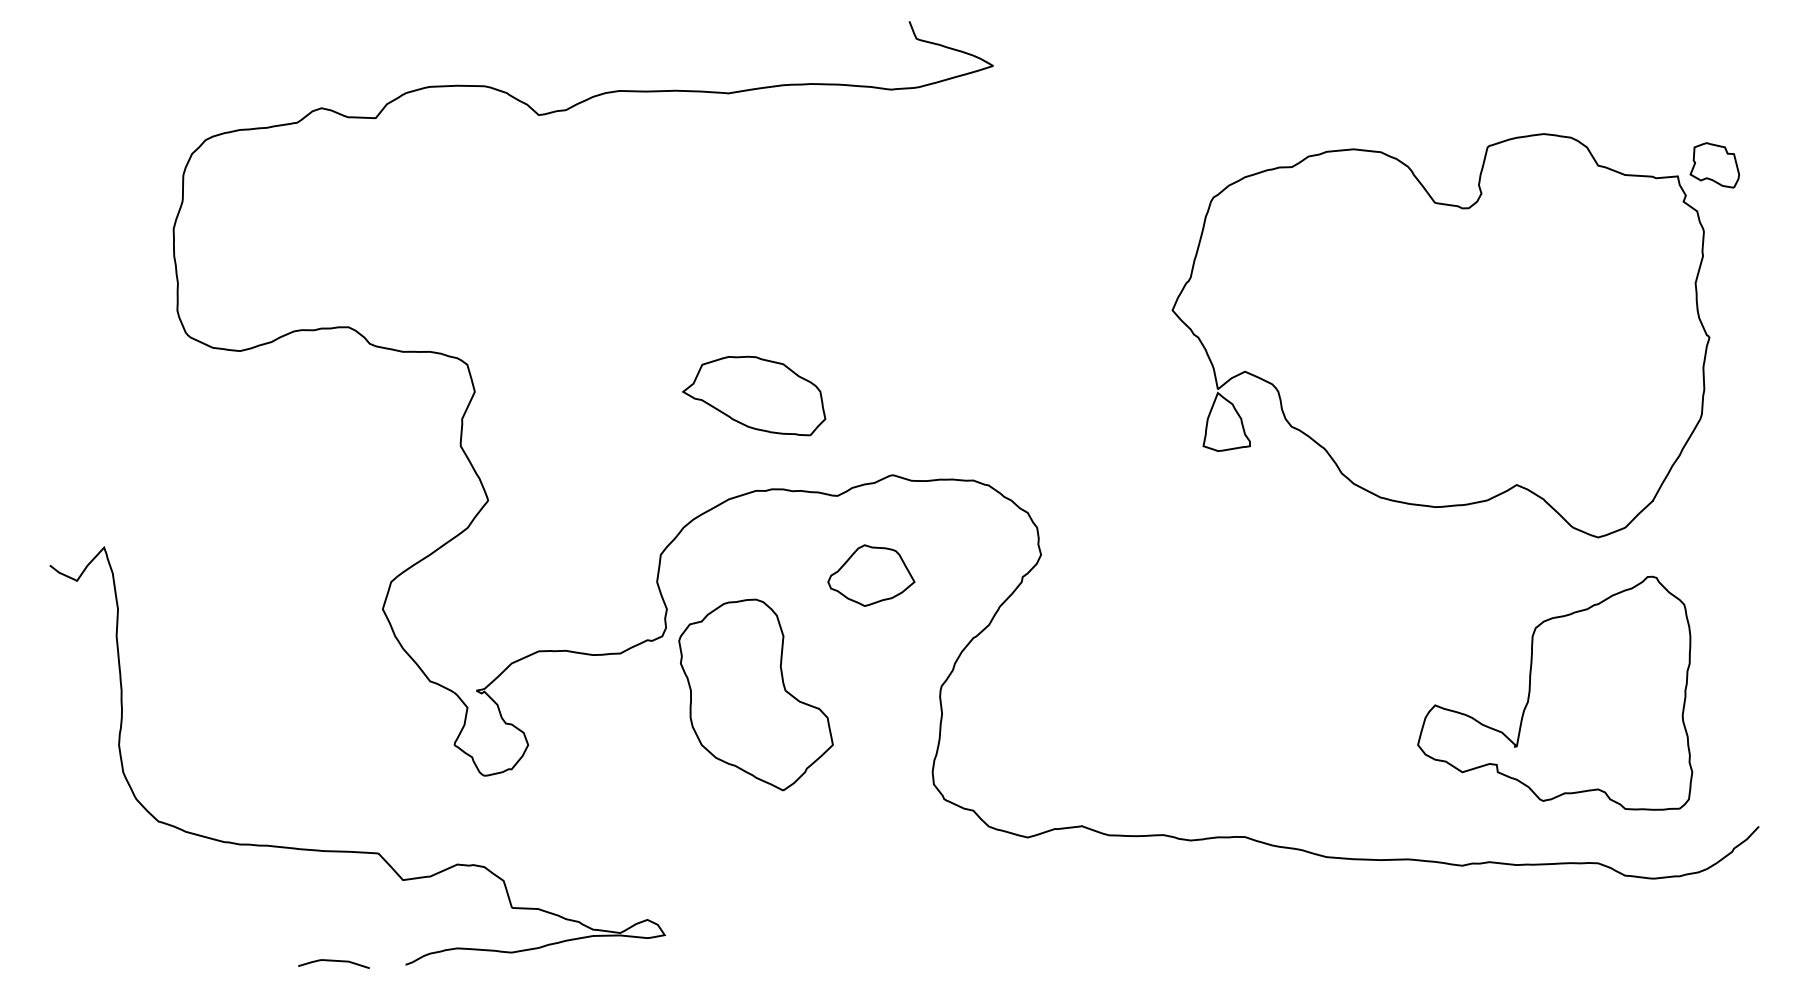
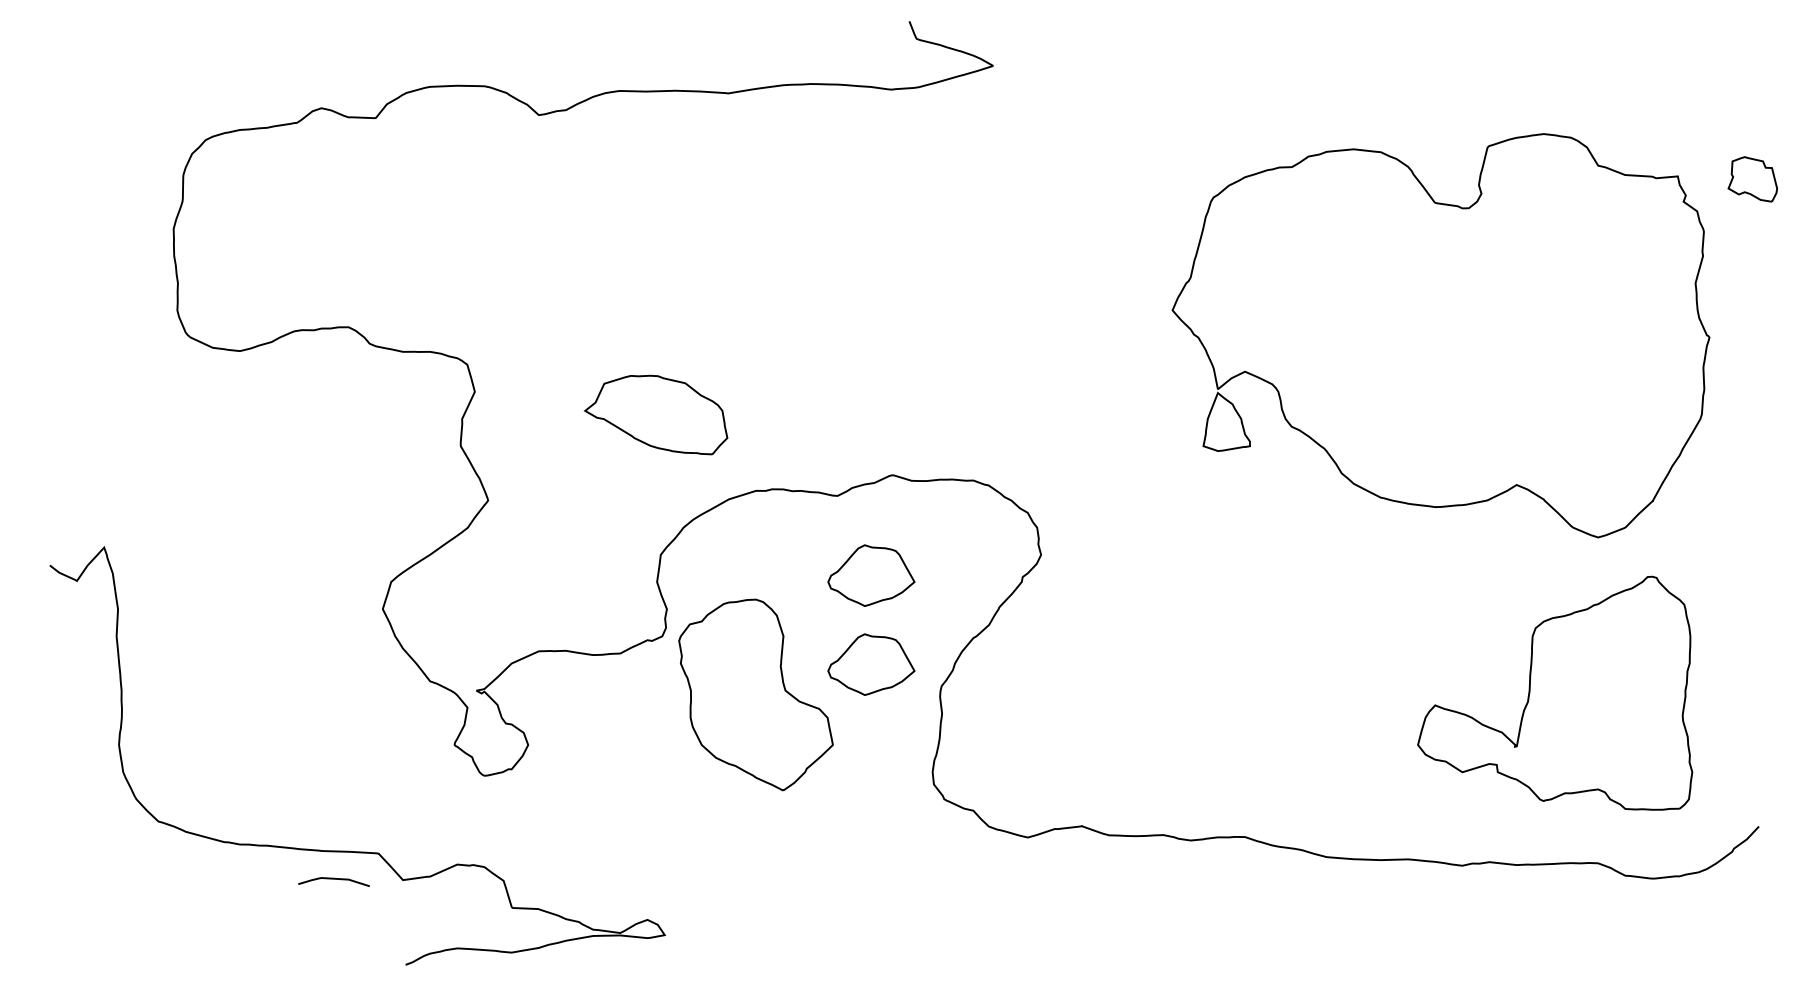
part at (1714, 165) position: (1714, 165) -> (1752, 179)
part at (754, 395) position: (754, 395) -> (656, 414)
part at (871, 664): none -> present
curve at (333, 961) position: (333, 961) -> (333, 879)
